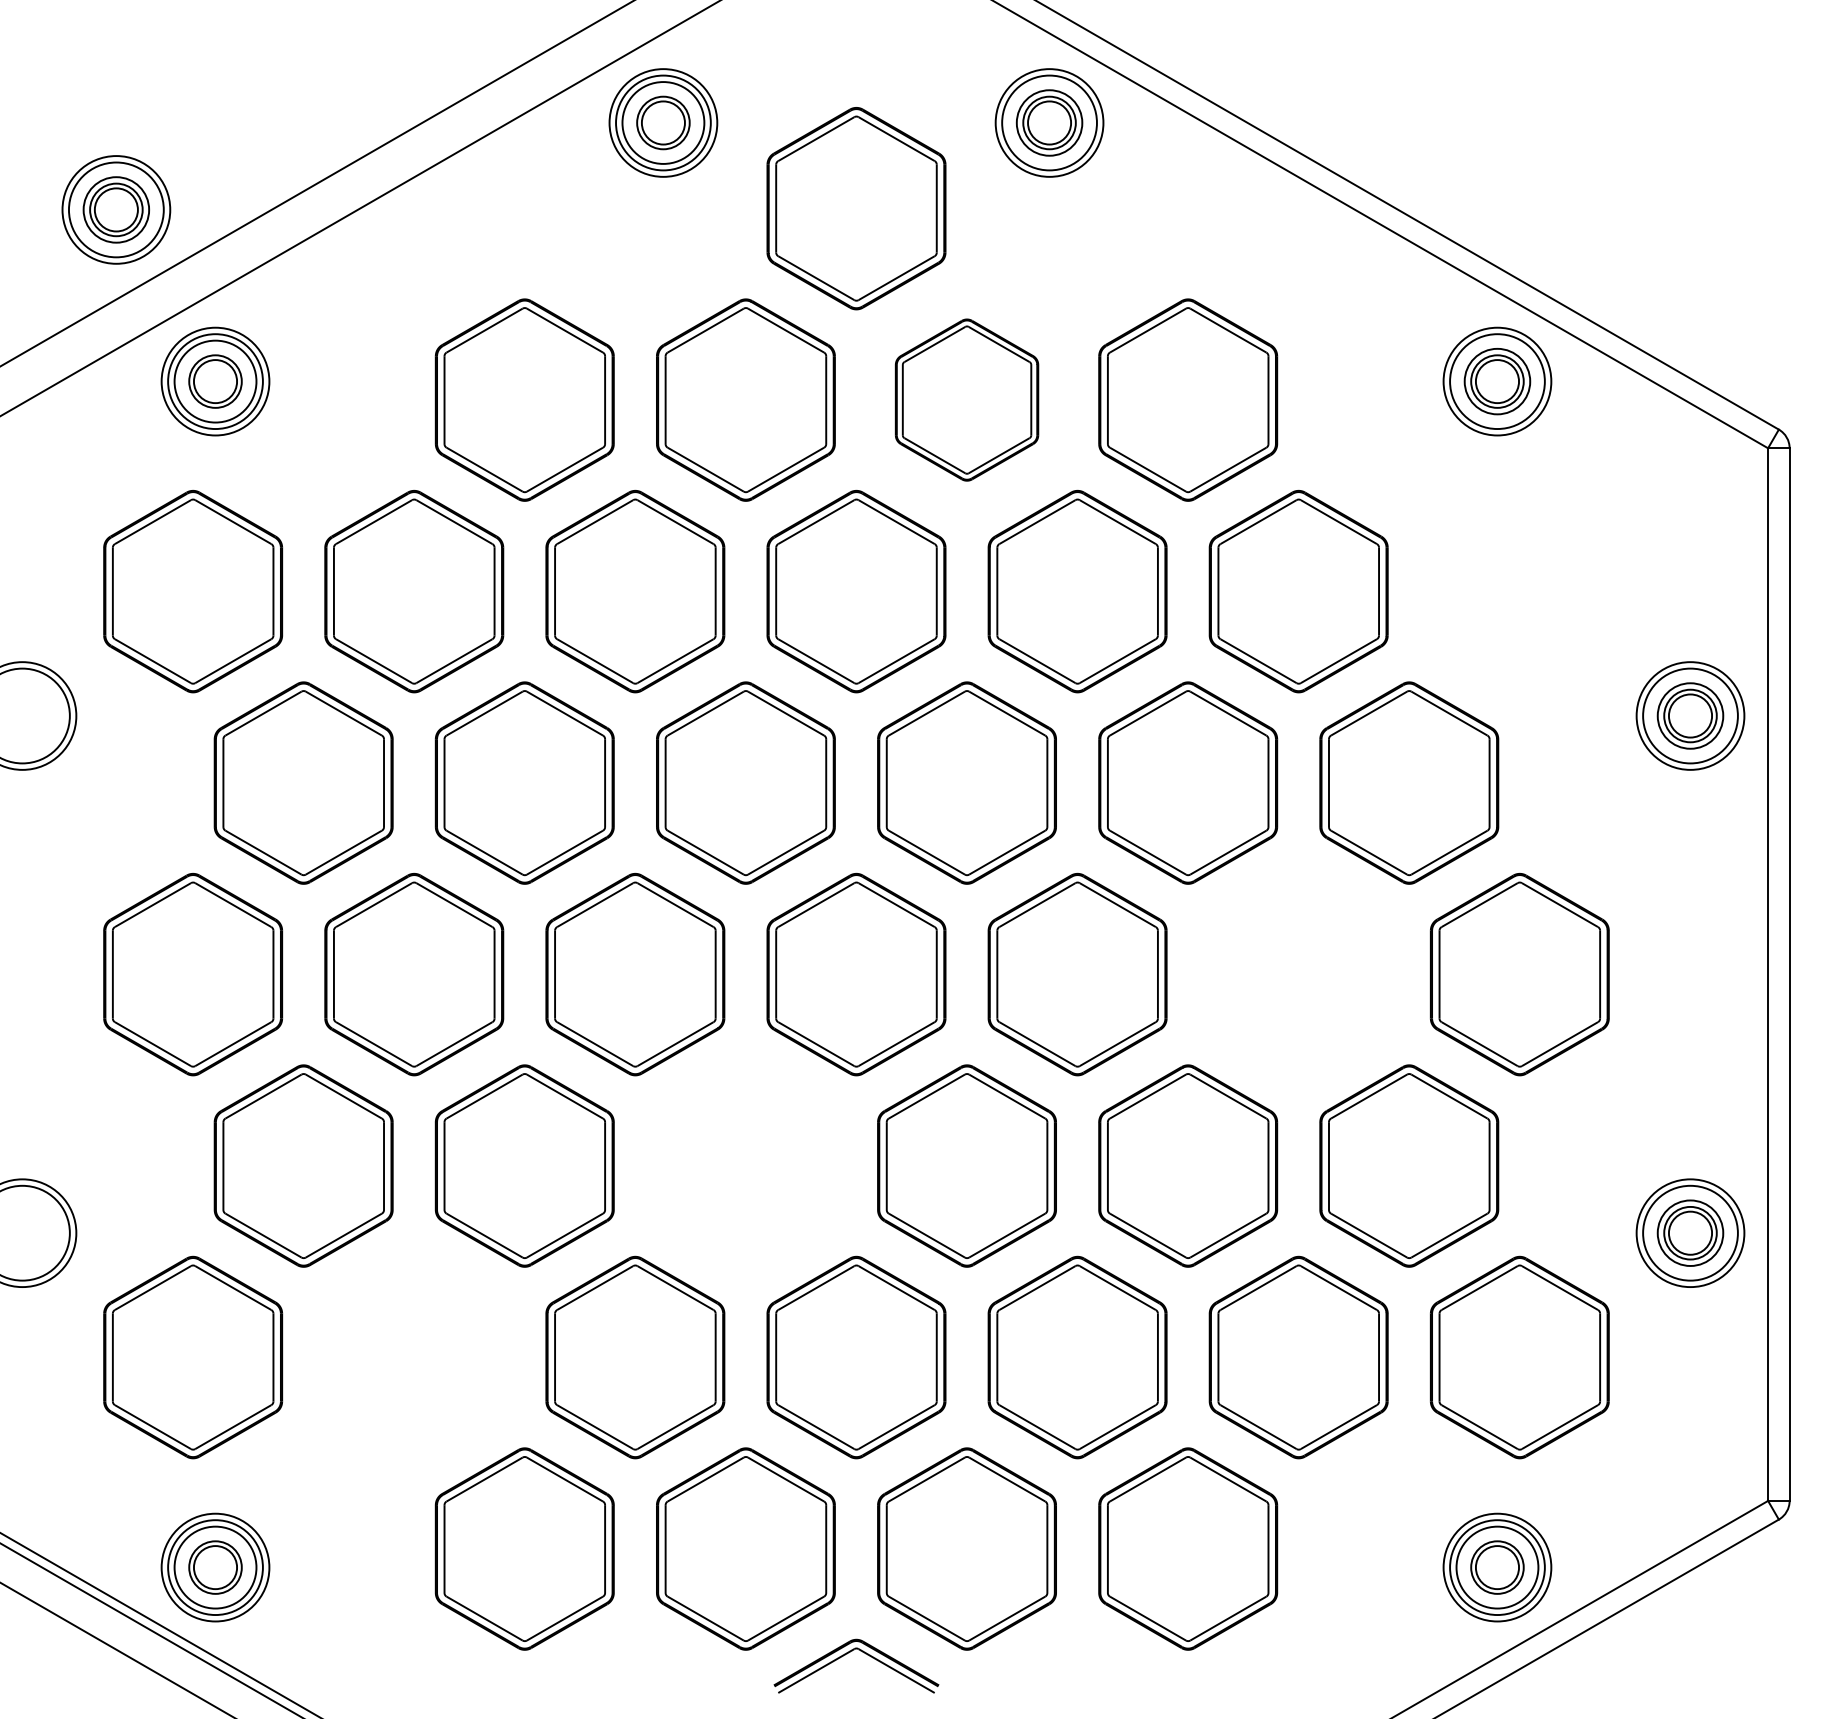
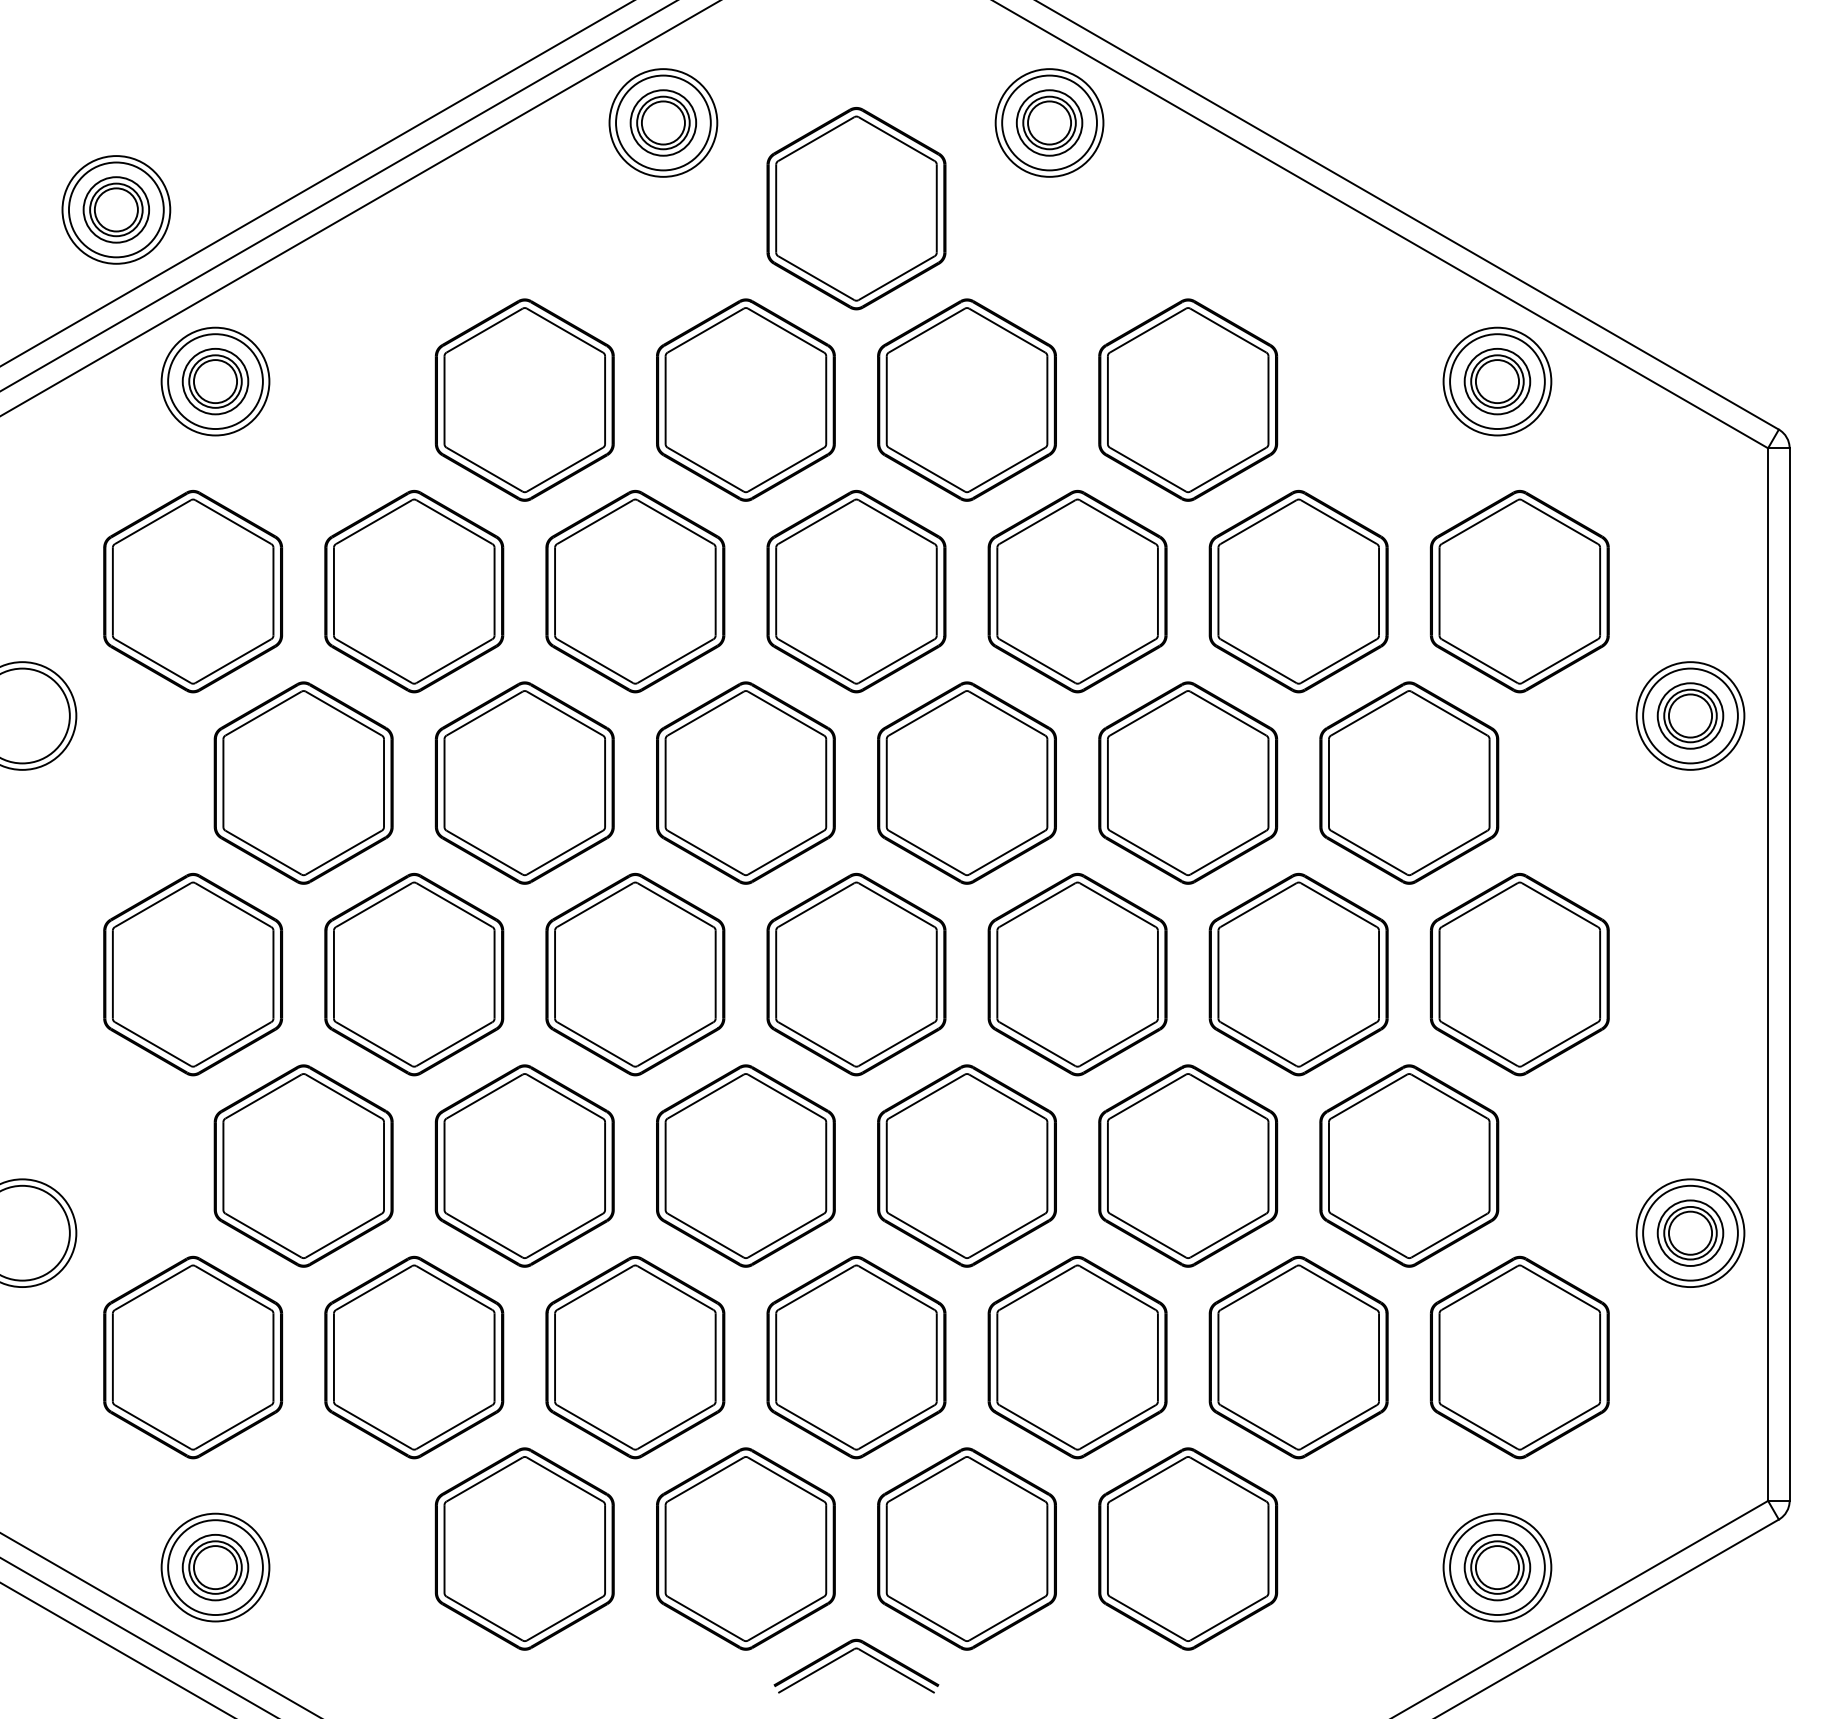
circle at (663, 122) diameter: 82 px -> 66 px
line at (338, 196): none -> present
circle at (215, 381) diameter: 82 px -> 66 px
part at (966, 399) size: 146x164 px -> 180x204 px
part at (1519, 591): none -> present
part at (1298, 974): none -> present
part at (745, 1165): none -> present
part at (414, 1357): none -> present
circle at (215, 1567) diameter: 82 px -> 66 px
circle at (1497, 1567) diameter: 82 px -> 66 px
line at (150, 1629) position: (150, 1629) -> (137, 1637)
